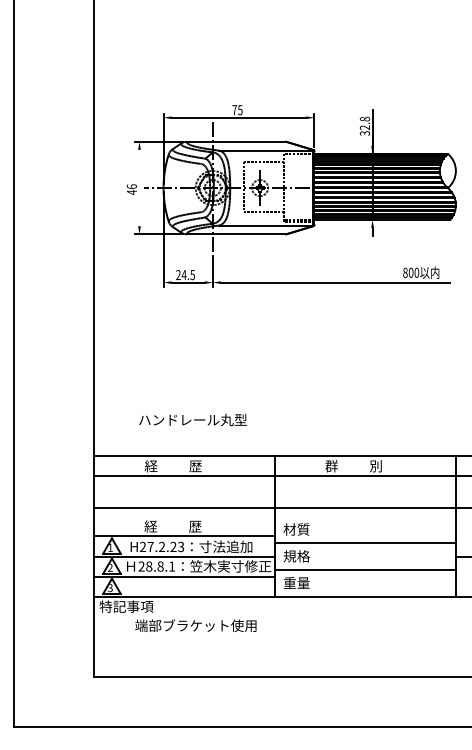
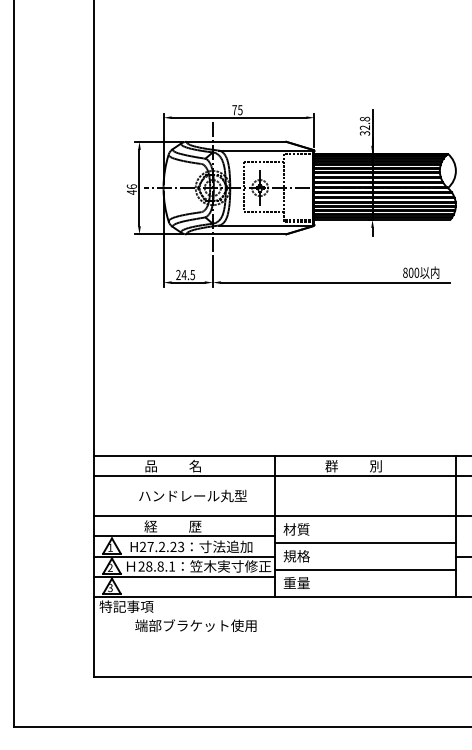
line at (139, 187): none -> present
text at (192, 419) position: (192, 419) -> (192, 495)
text at (172, 466): 経          歴 -> 品          名
line at (281, 508) position: (281, 508) -> (281, 516)
